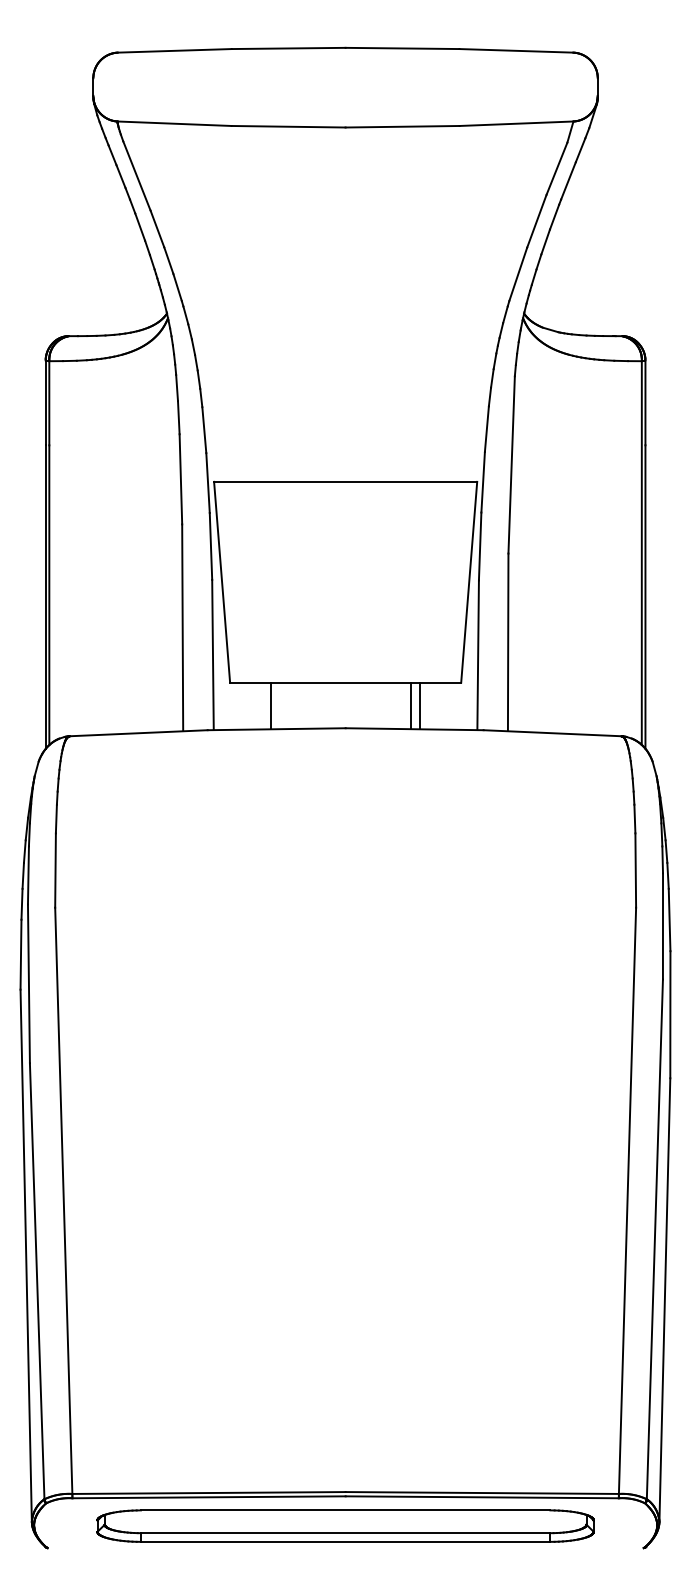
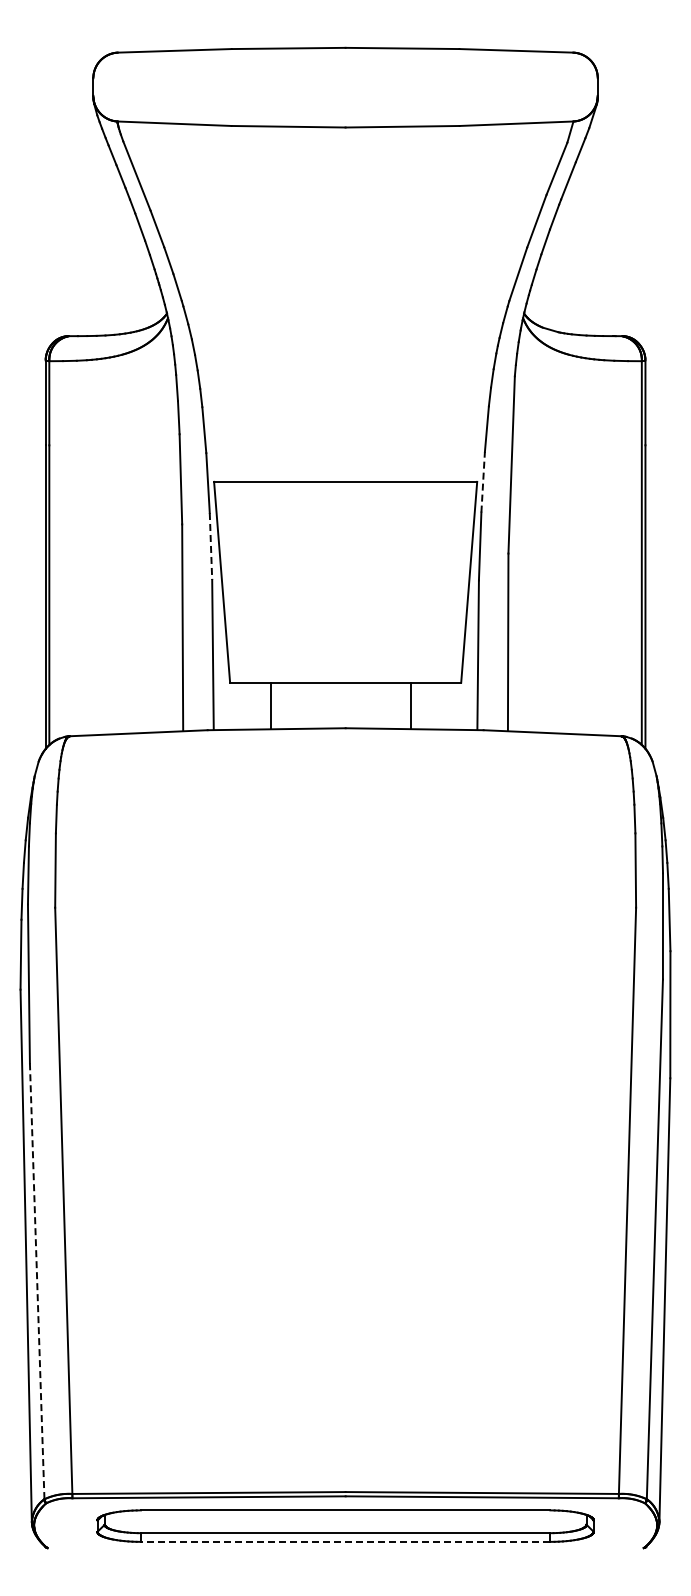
line at (483, 481): solid -> dashed
line at (211, 546): solid -> dashed
line at (420, 705): present -> none
line at (37, 1281): solid -> dashed
line at (345, 1541): solid -> dashed
